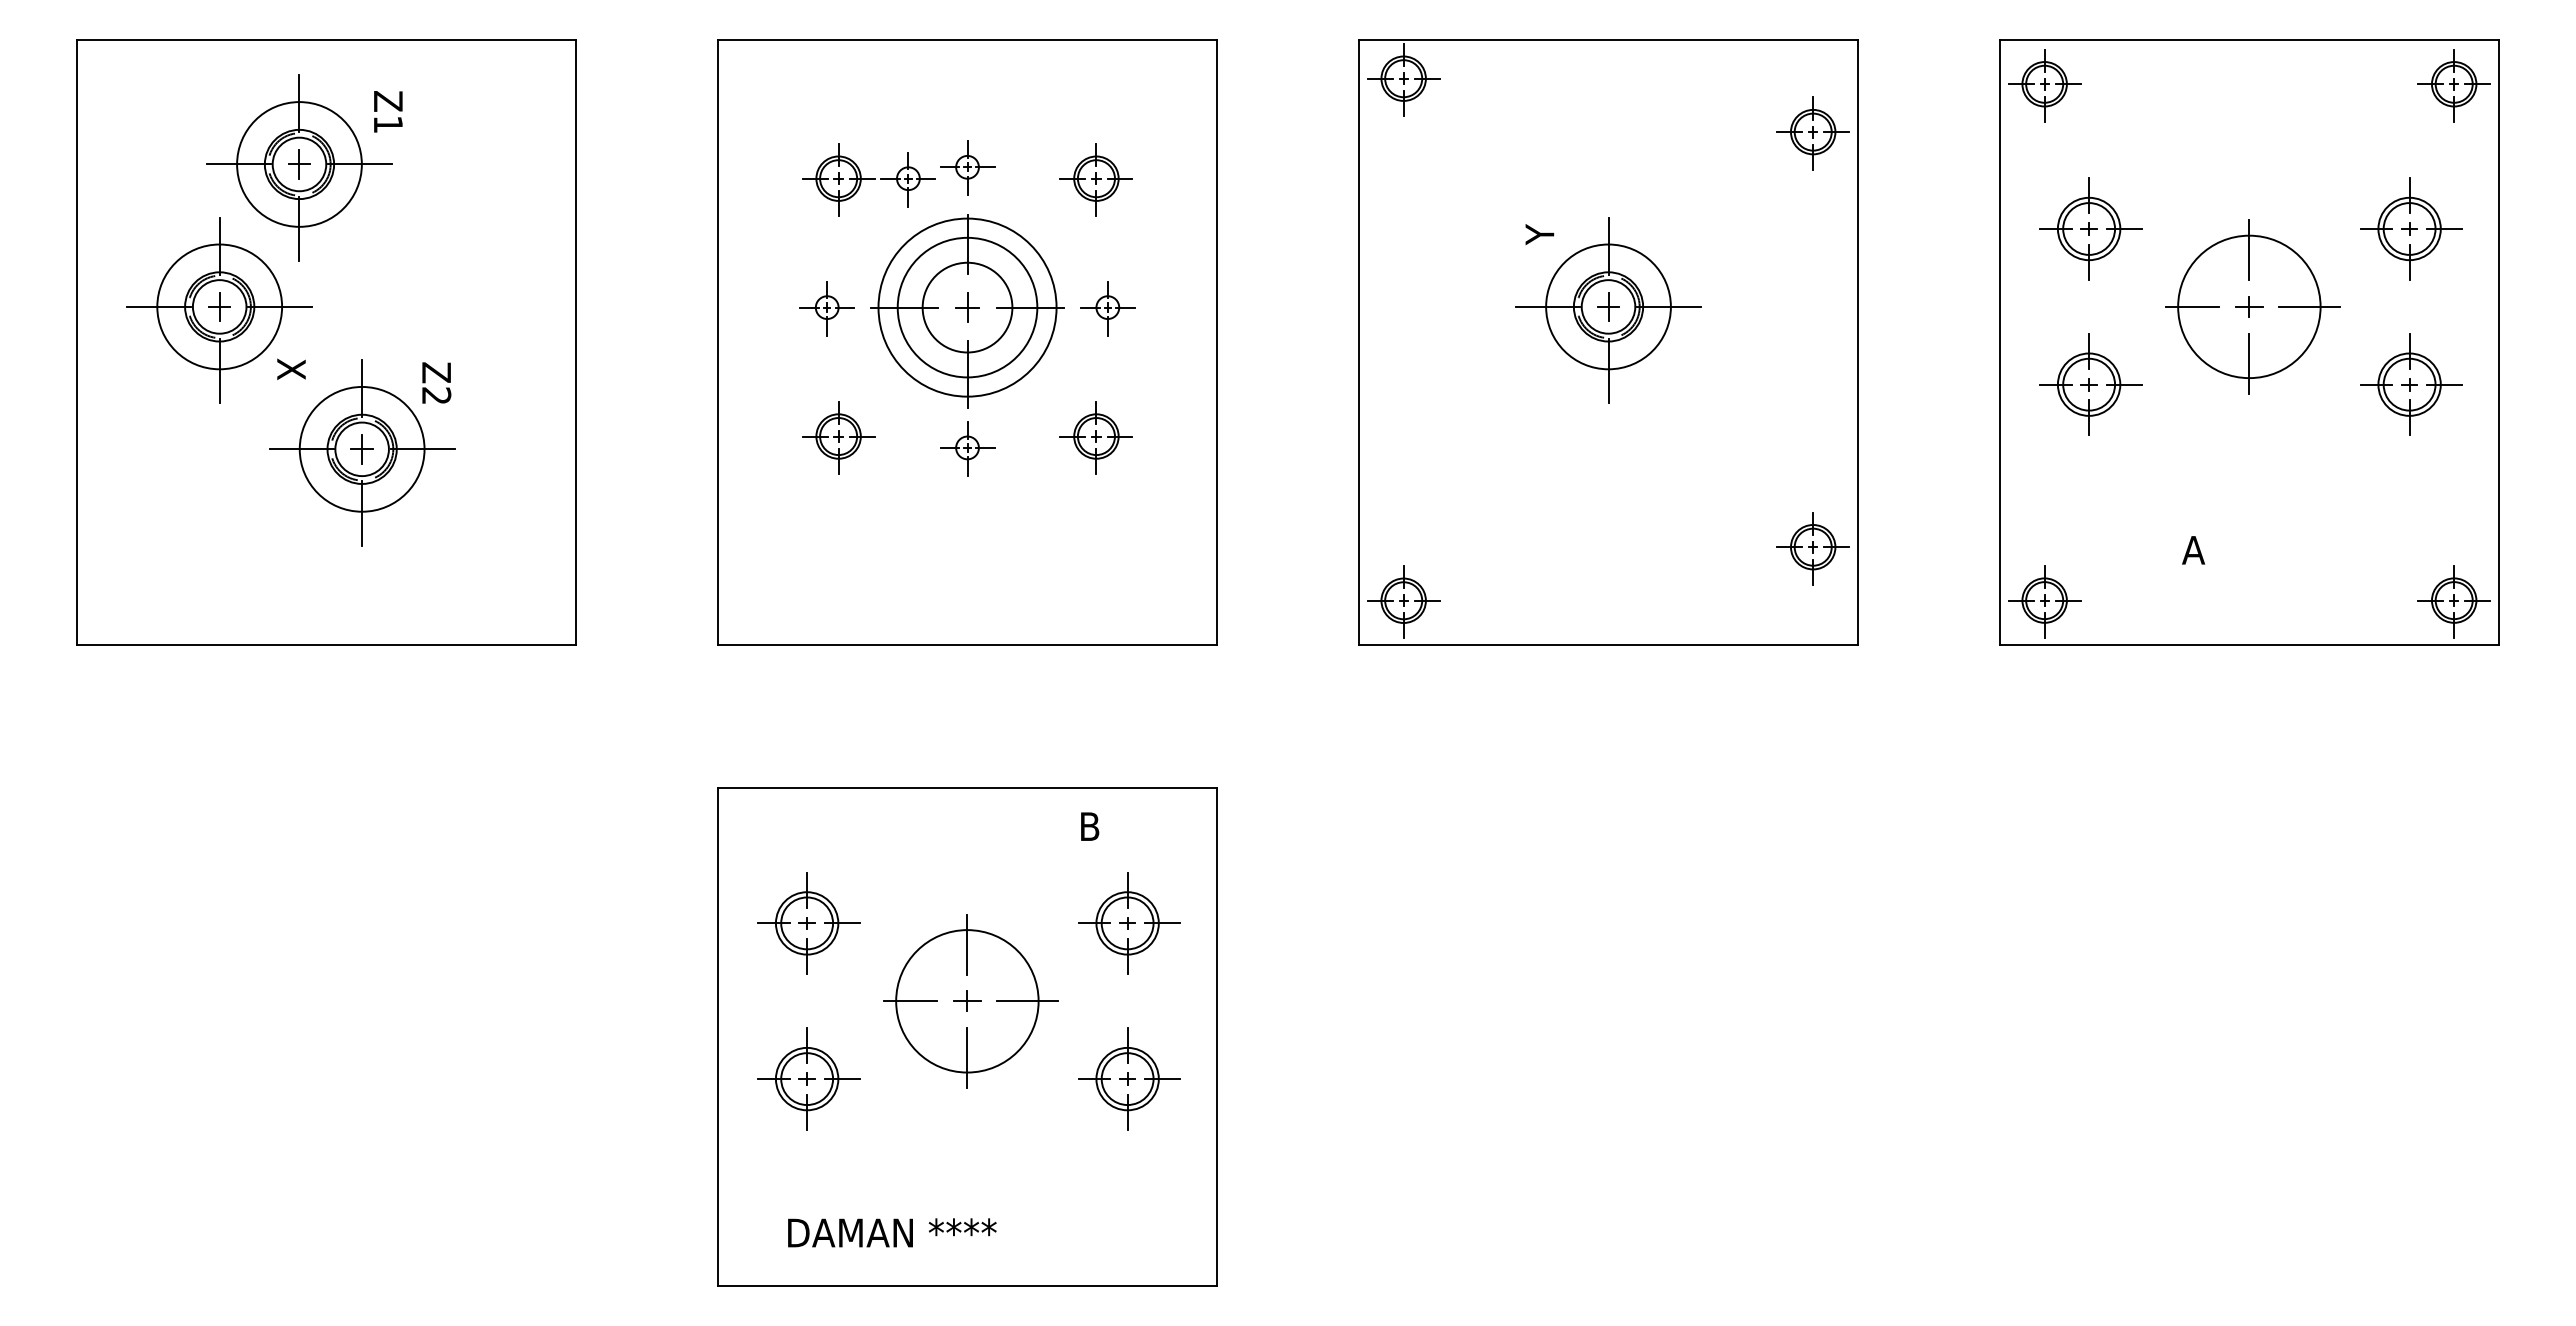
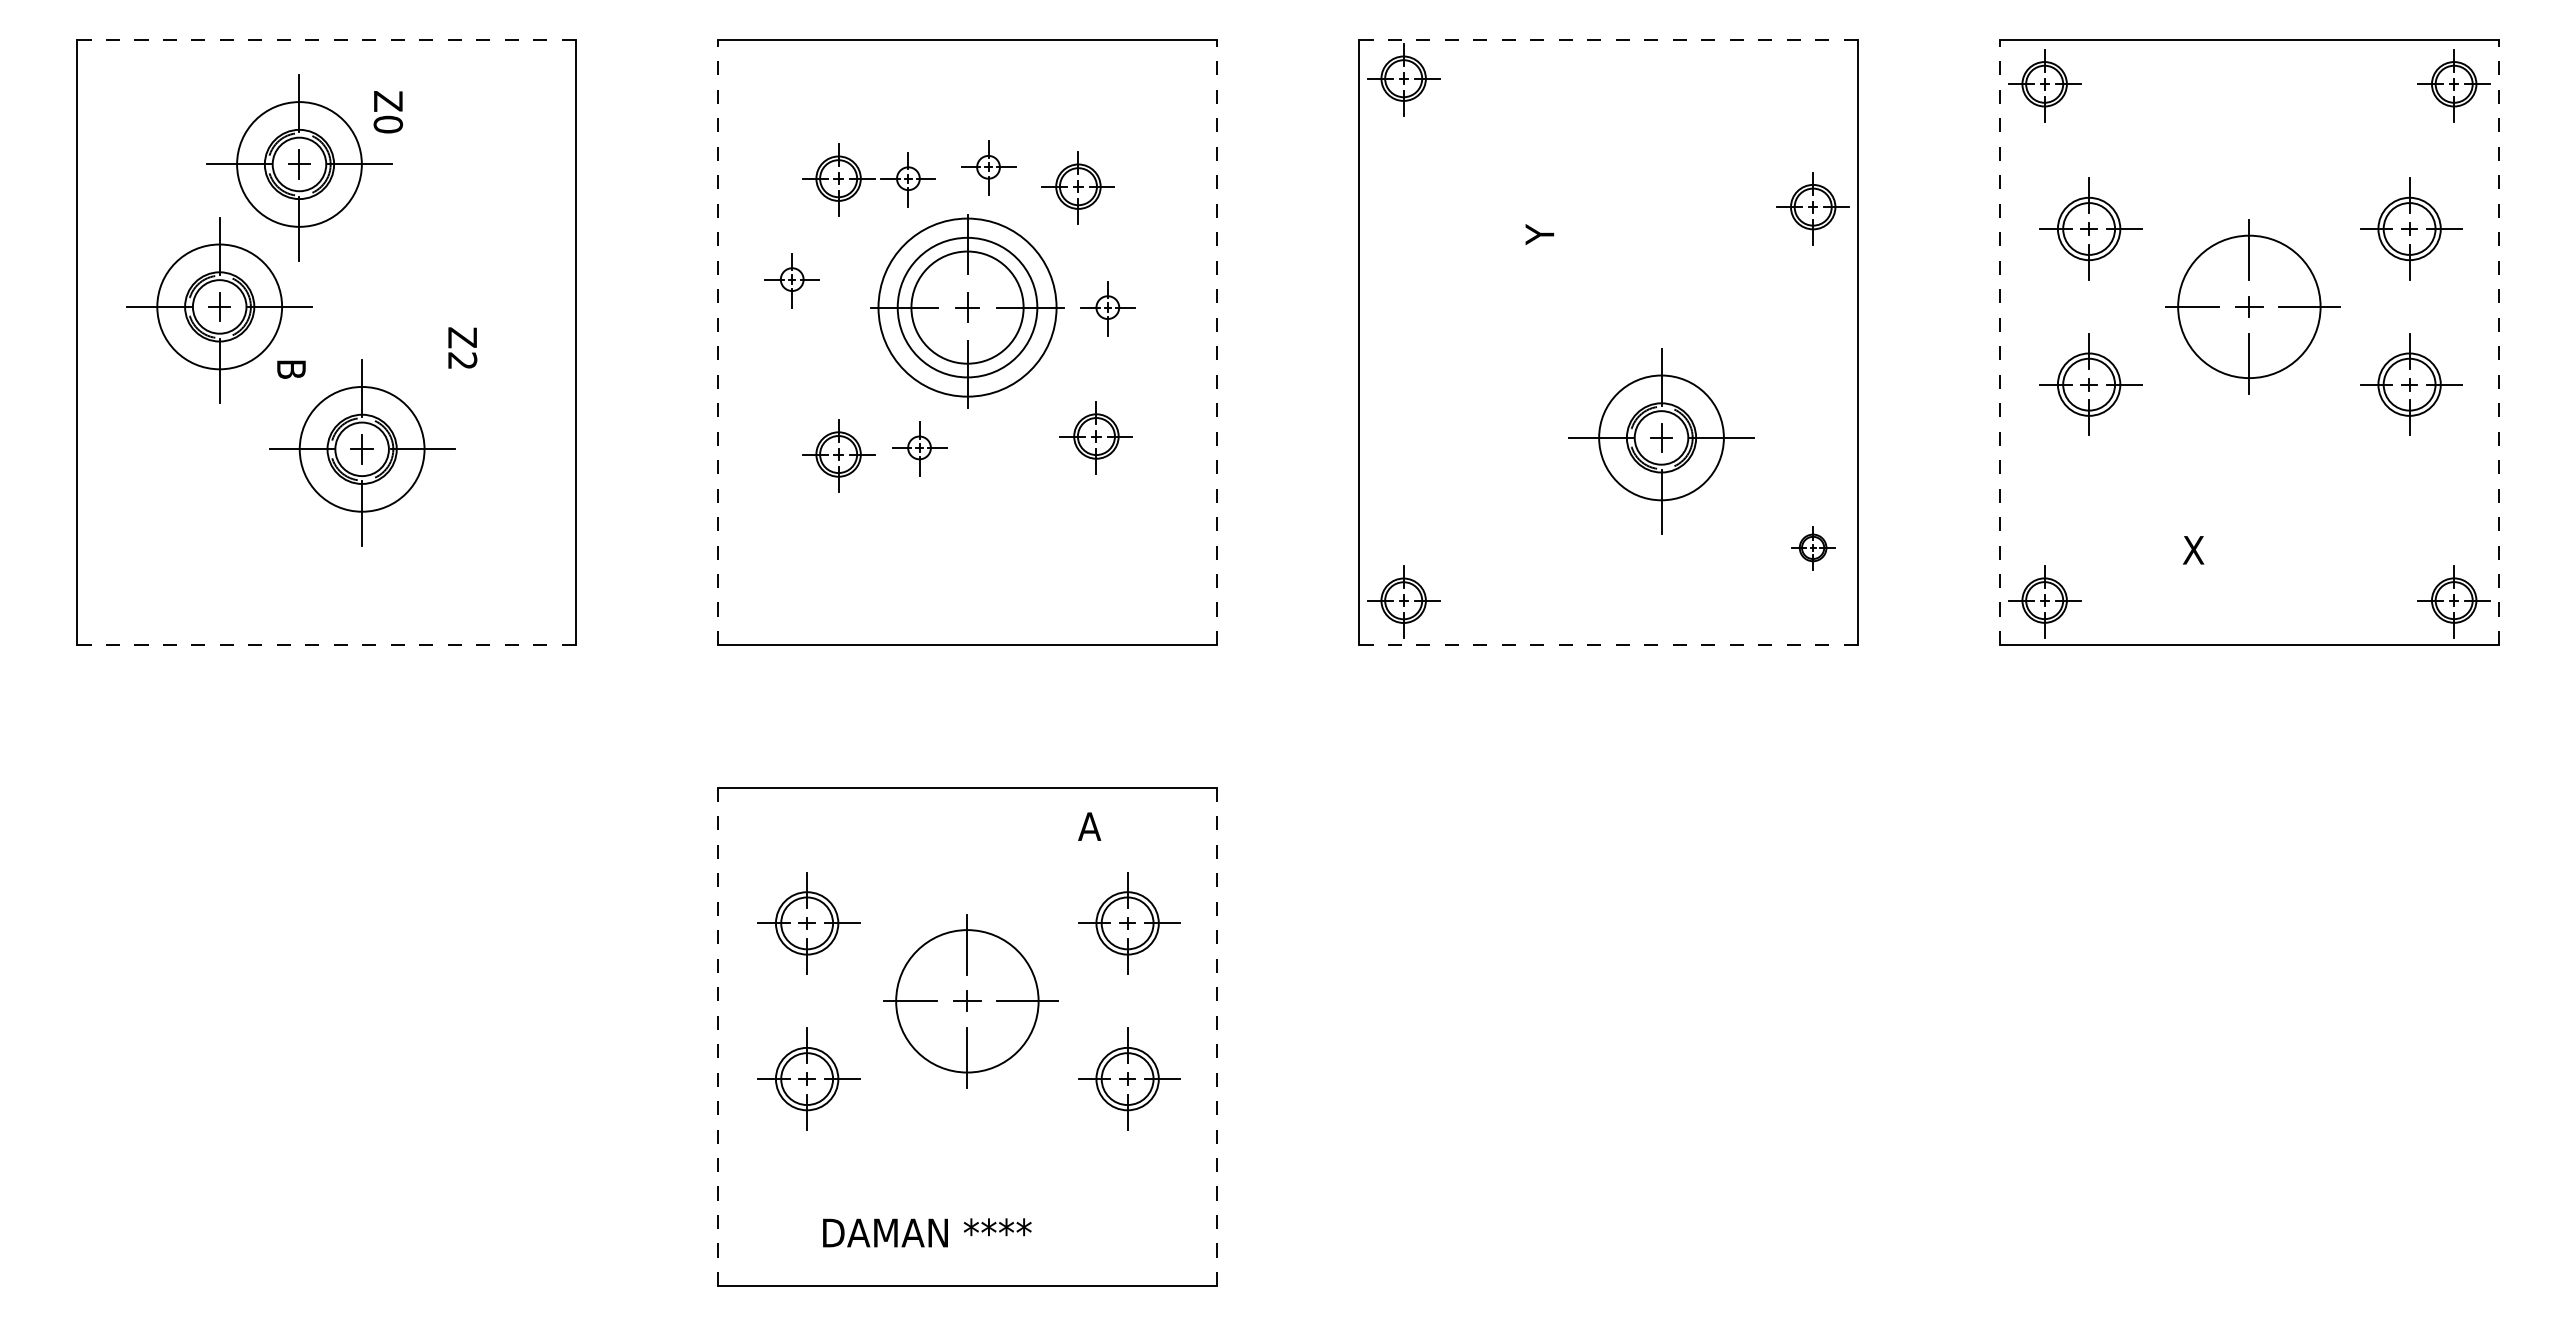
line at (327, 39): solid -> dashed
line at (1608, 39): solid -> dashed
text at (388, 124): Z1 -> Z0
part at (1812, 133) position: (1812, 133) -> (1812, 208)
part at (967, 167) position: (967, 167) -> (988, 167)
part at (1095, 179) position: (1095, 179) -> (1077, 187)
circle at (967, 307) diameter: 90 px -> 112 px
part at (826, 308) position: (826, 308) -> (791, 280)
part at (1608, 310) position: (1608, 310) -> (1661, 441)
line at (718, 342): solid -> dashed
line at (1216, 342): solid -> dashed
line at (2000, 342): solid -> dashed
line at (2498, 342): solid -> dashed
text at (291, 368): X -> B
text at (436, 382) position: (436, 382) -> (462, 347)
part at (838, 437) position: (838, 437) -> (838, 455)
part at (967, 448) position: (967, 448) -> (919, 448)
part at (1812, 548) size: 74x74 px -> 45x45 px
text at (2193, 550): A -> X
line at (327, 645): solid -> dashed
line at (1609, 645): solid -> dashed
text at (1089, 826): B -> A
line at (718, 1036): solid -> dashed
line at (1216, 1036): solid -> dashed
text at (892, 1232) position: (892, 1232) -> (927, 1232)
